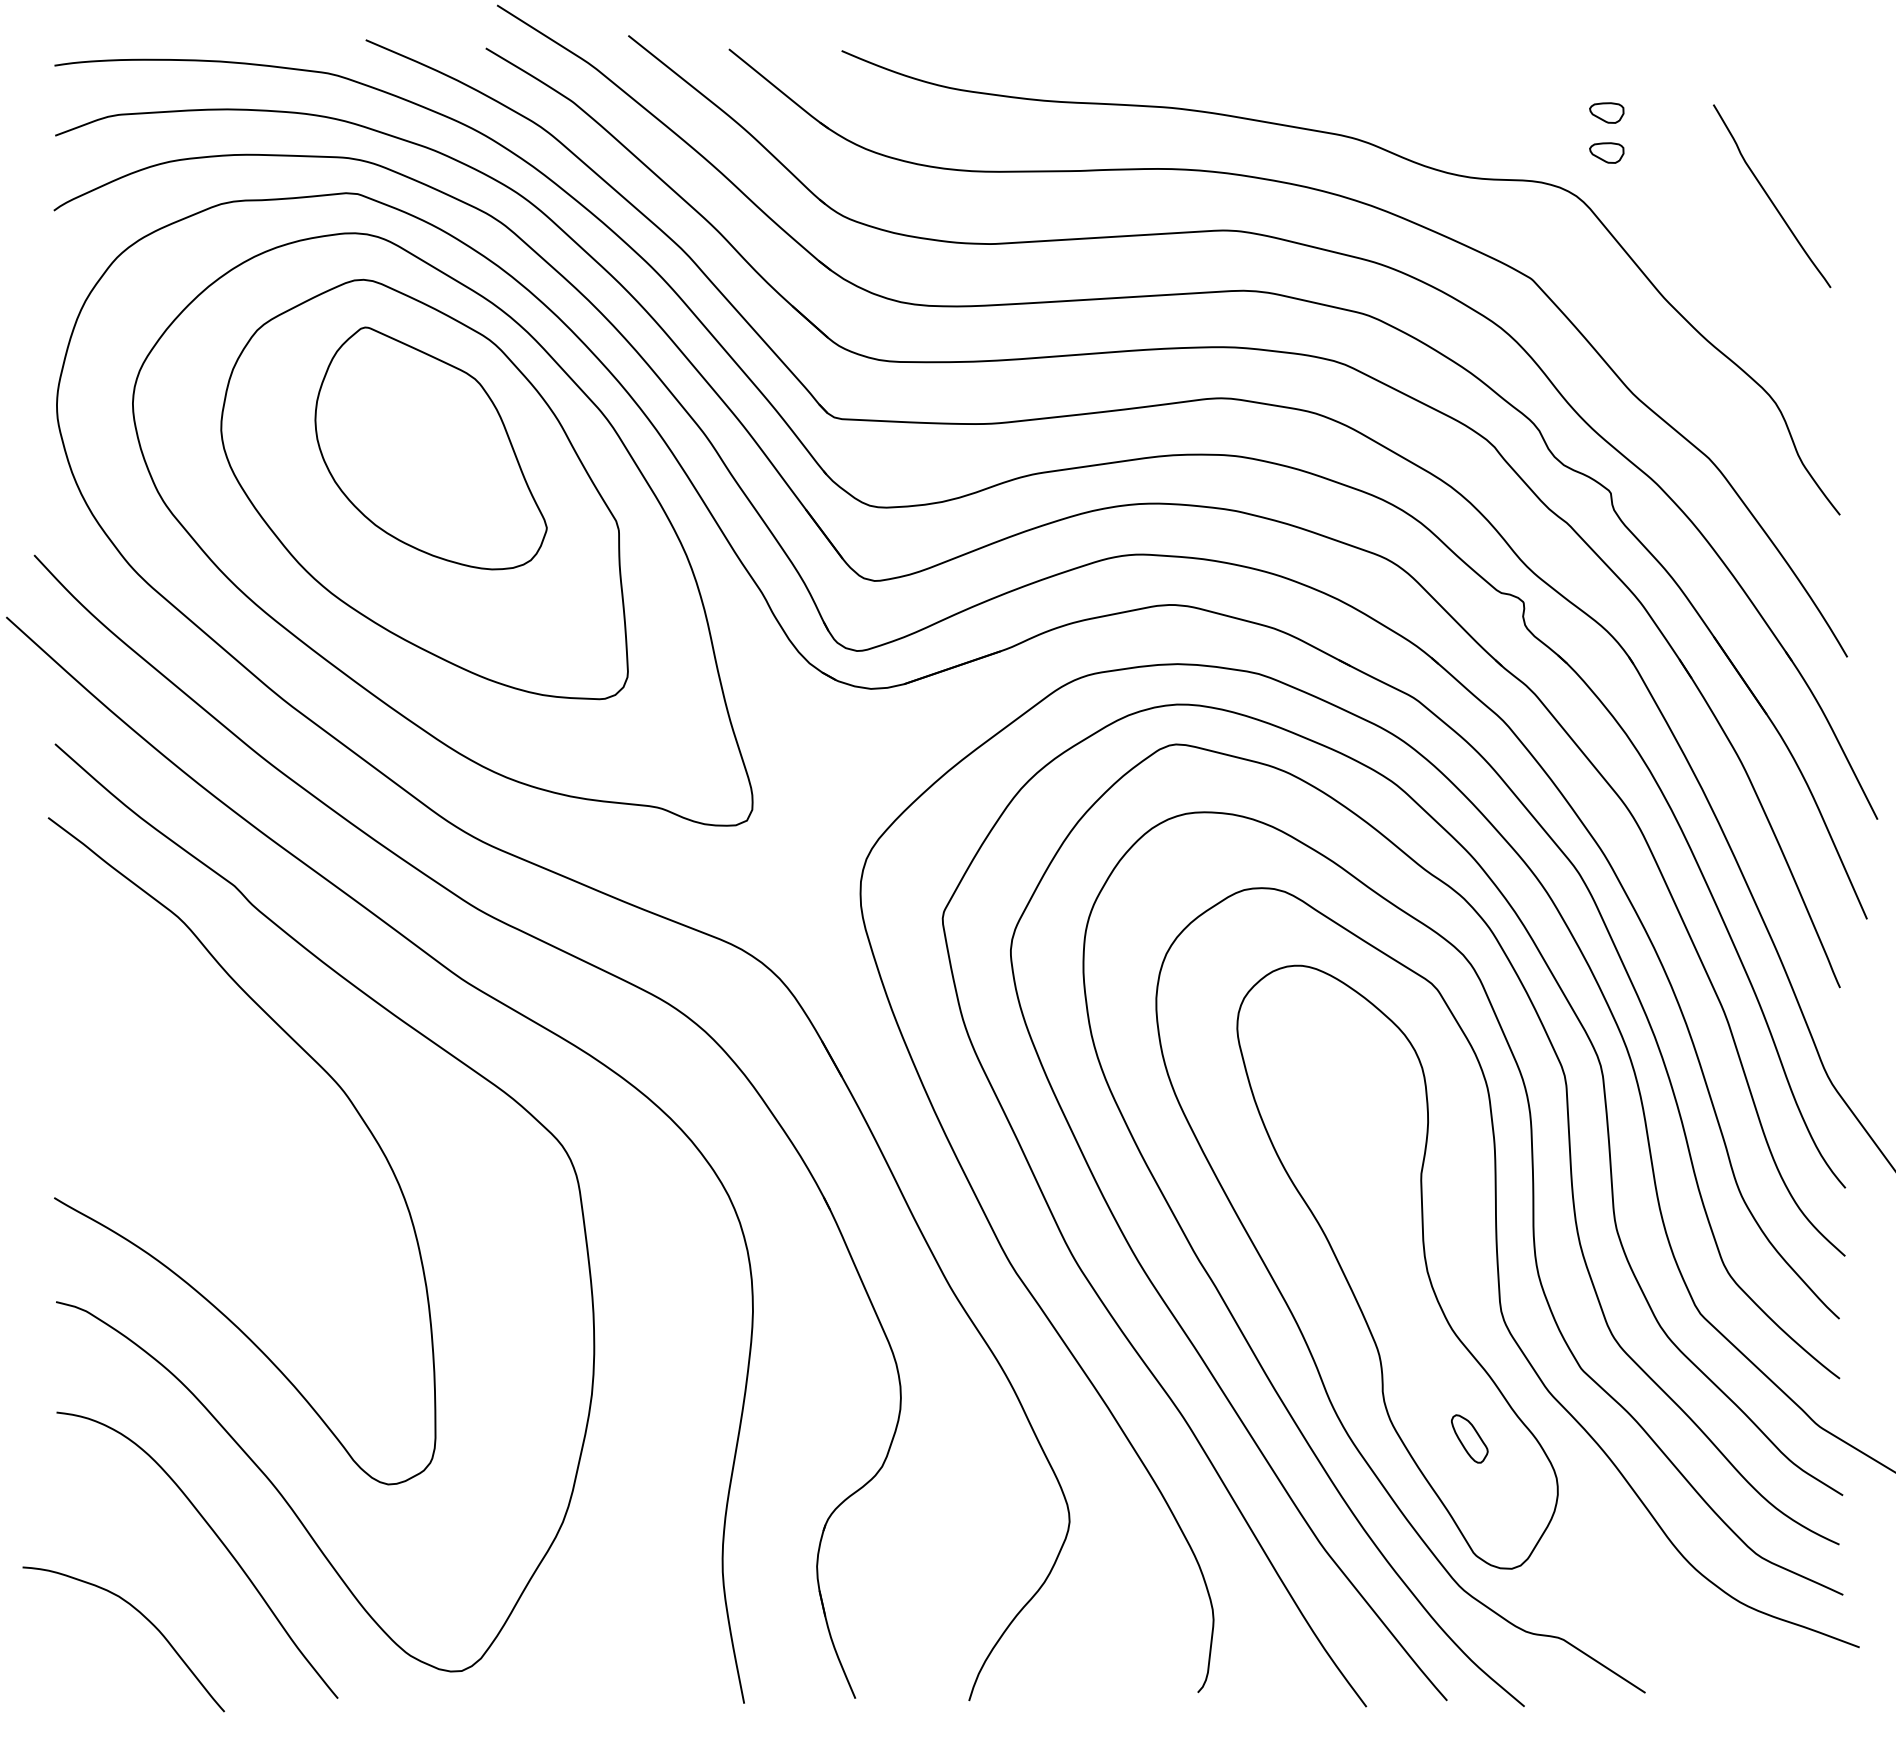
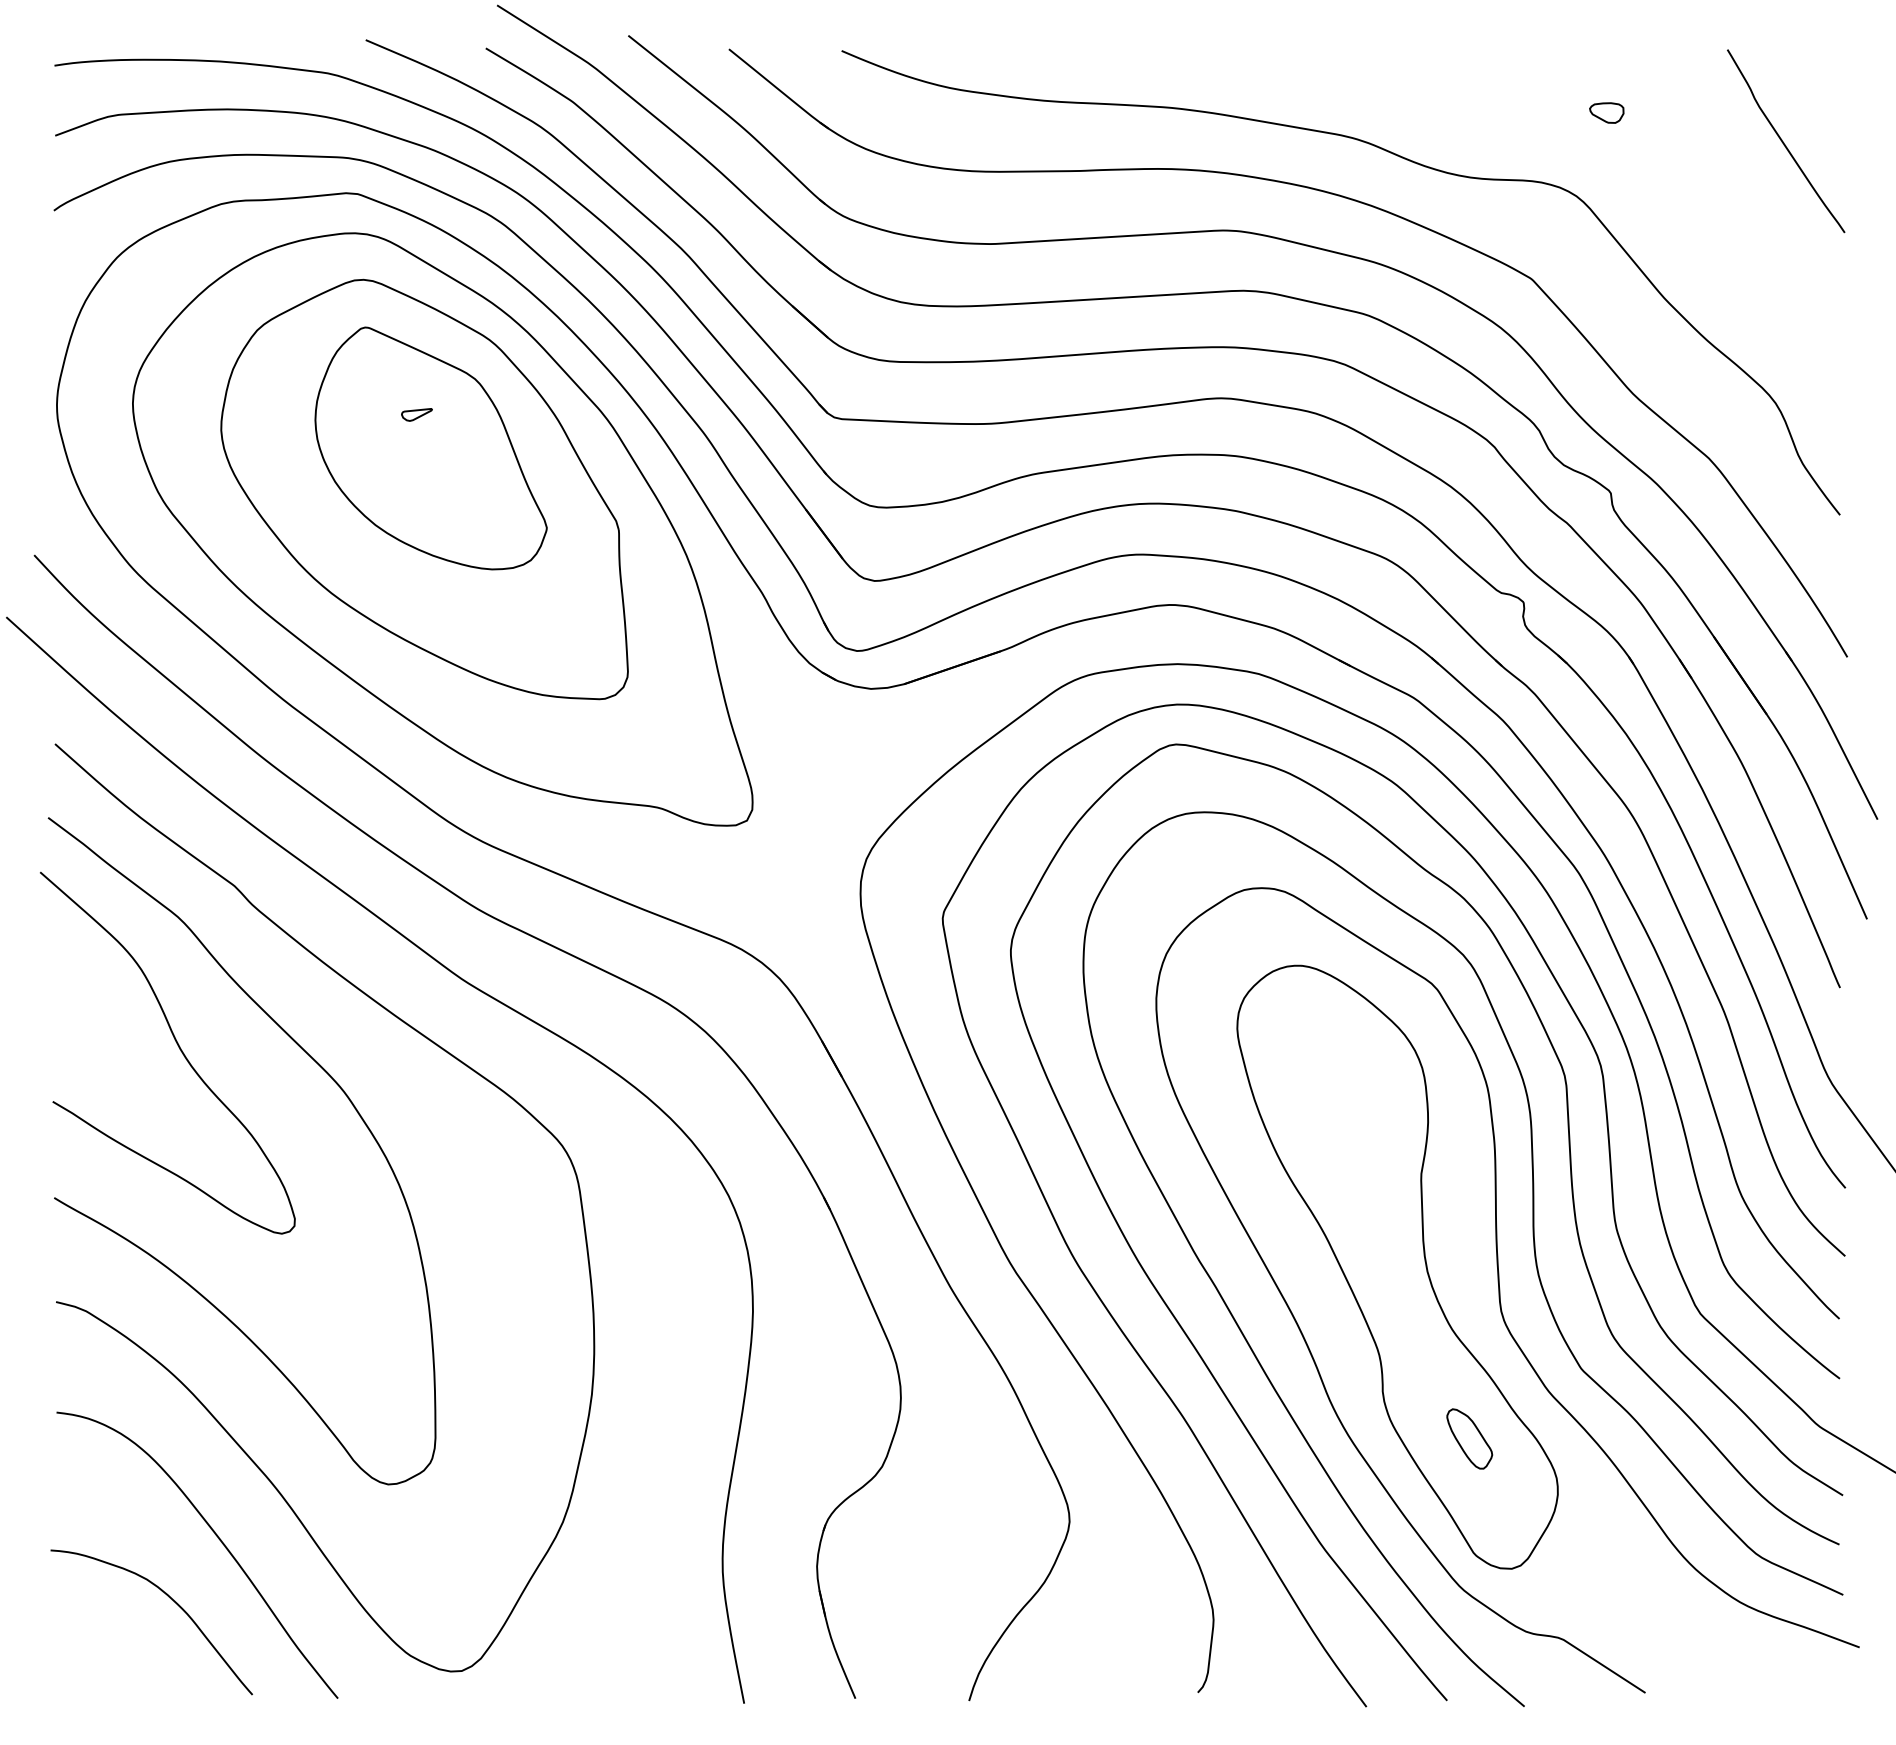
part at (1606, 152): present -> none
curve at (1770, 197) position: (1770, 197) -> (1784, 142)
part at (416, 414): none -> present
curve at (178, 1047): none -> present
part at (1469, 1438) size: 38x50 px -> 48x62 px
curve at (141, 1615) position: (141, 1615) -> (169, 1598)
